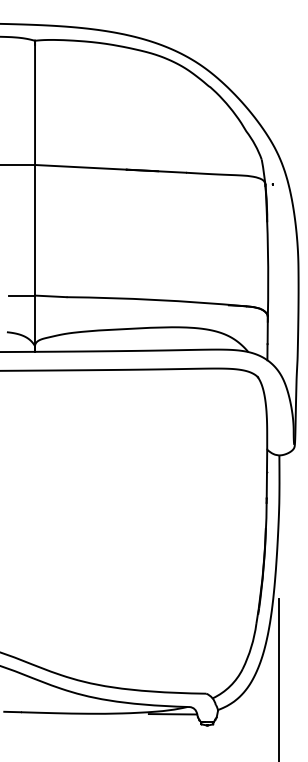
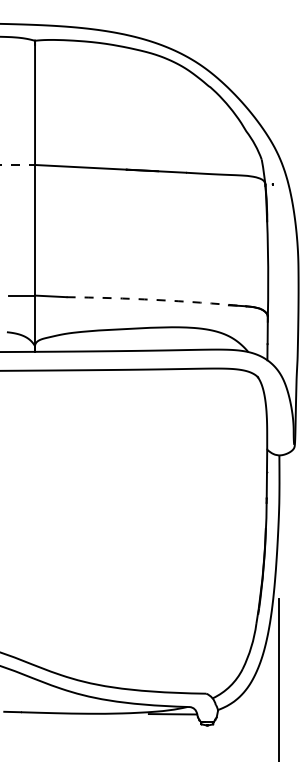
line at (18, 165): solid -> dashed
arc at (155, 299): solid -> dashed
